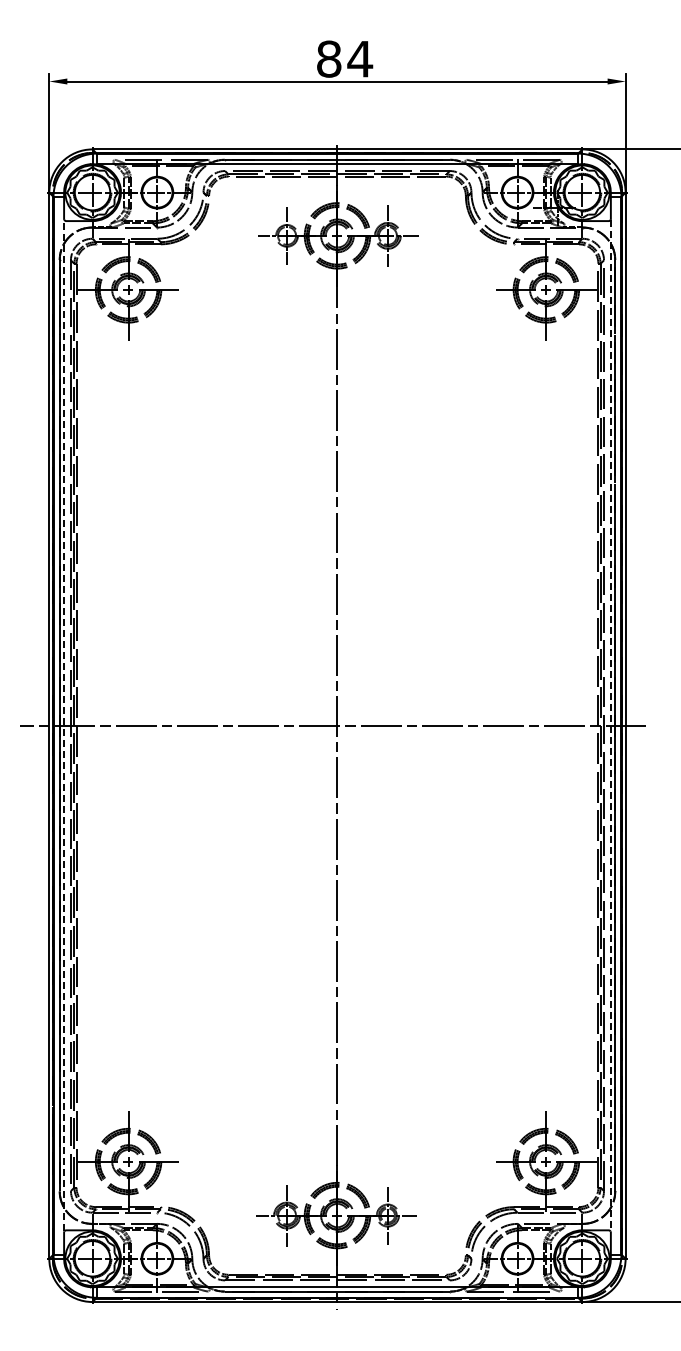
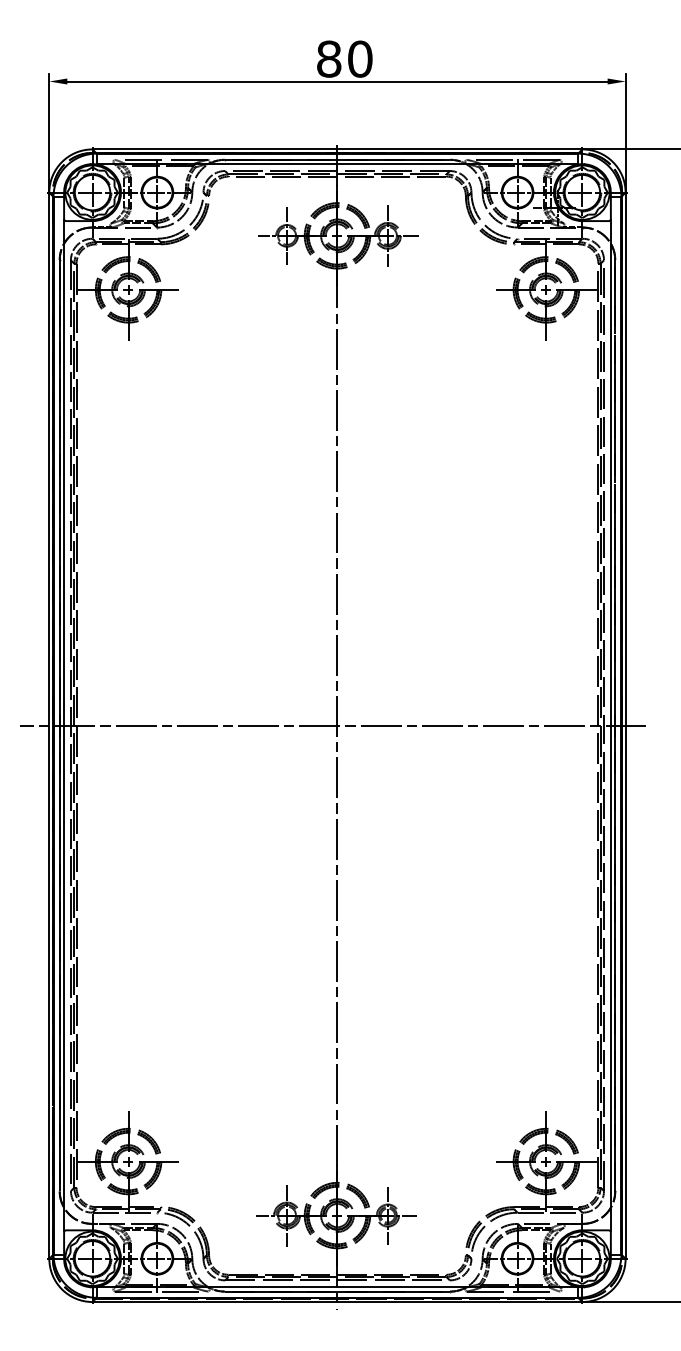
text at (360, 58): 84 -> 80
line at (64, 725): dashed -> solid
line at (610, 725): dashed -> solid
